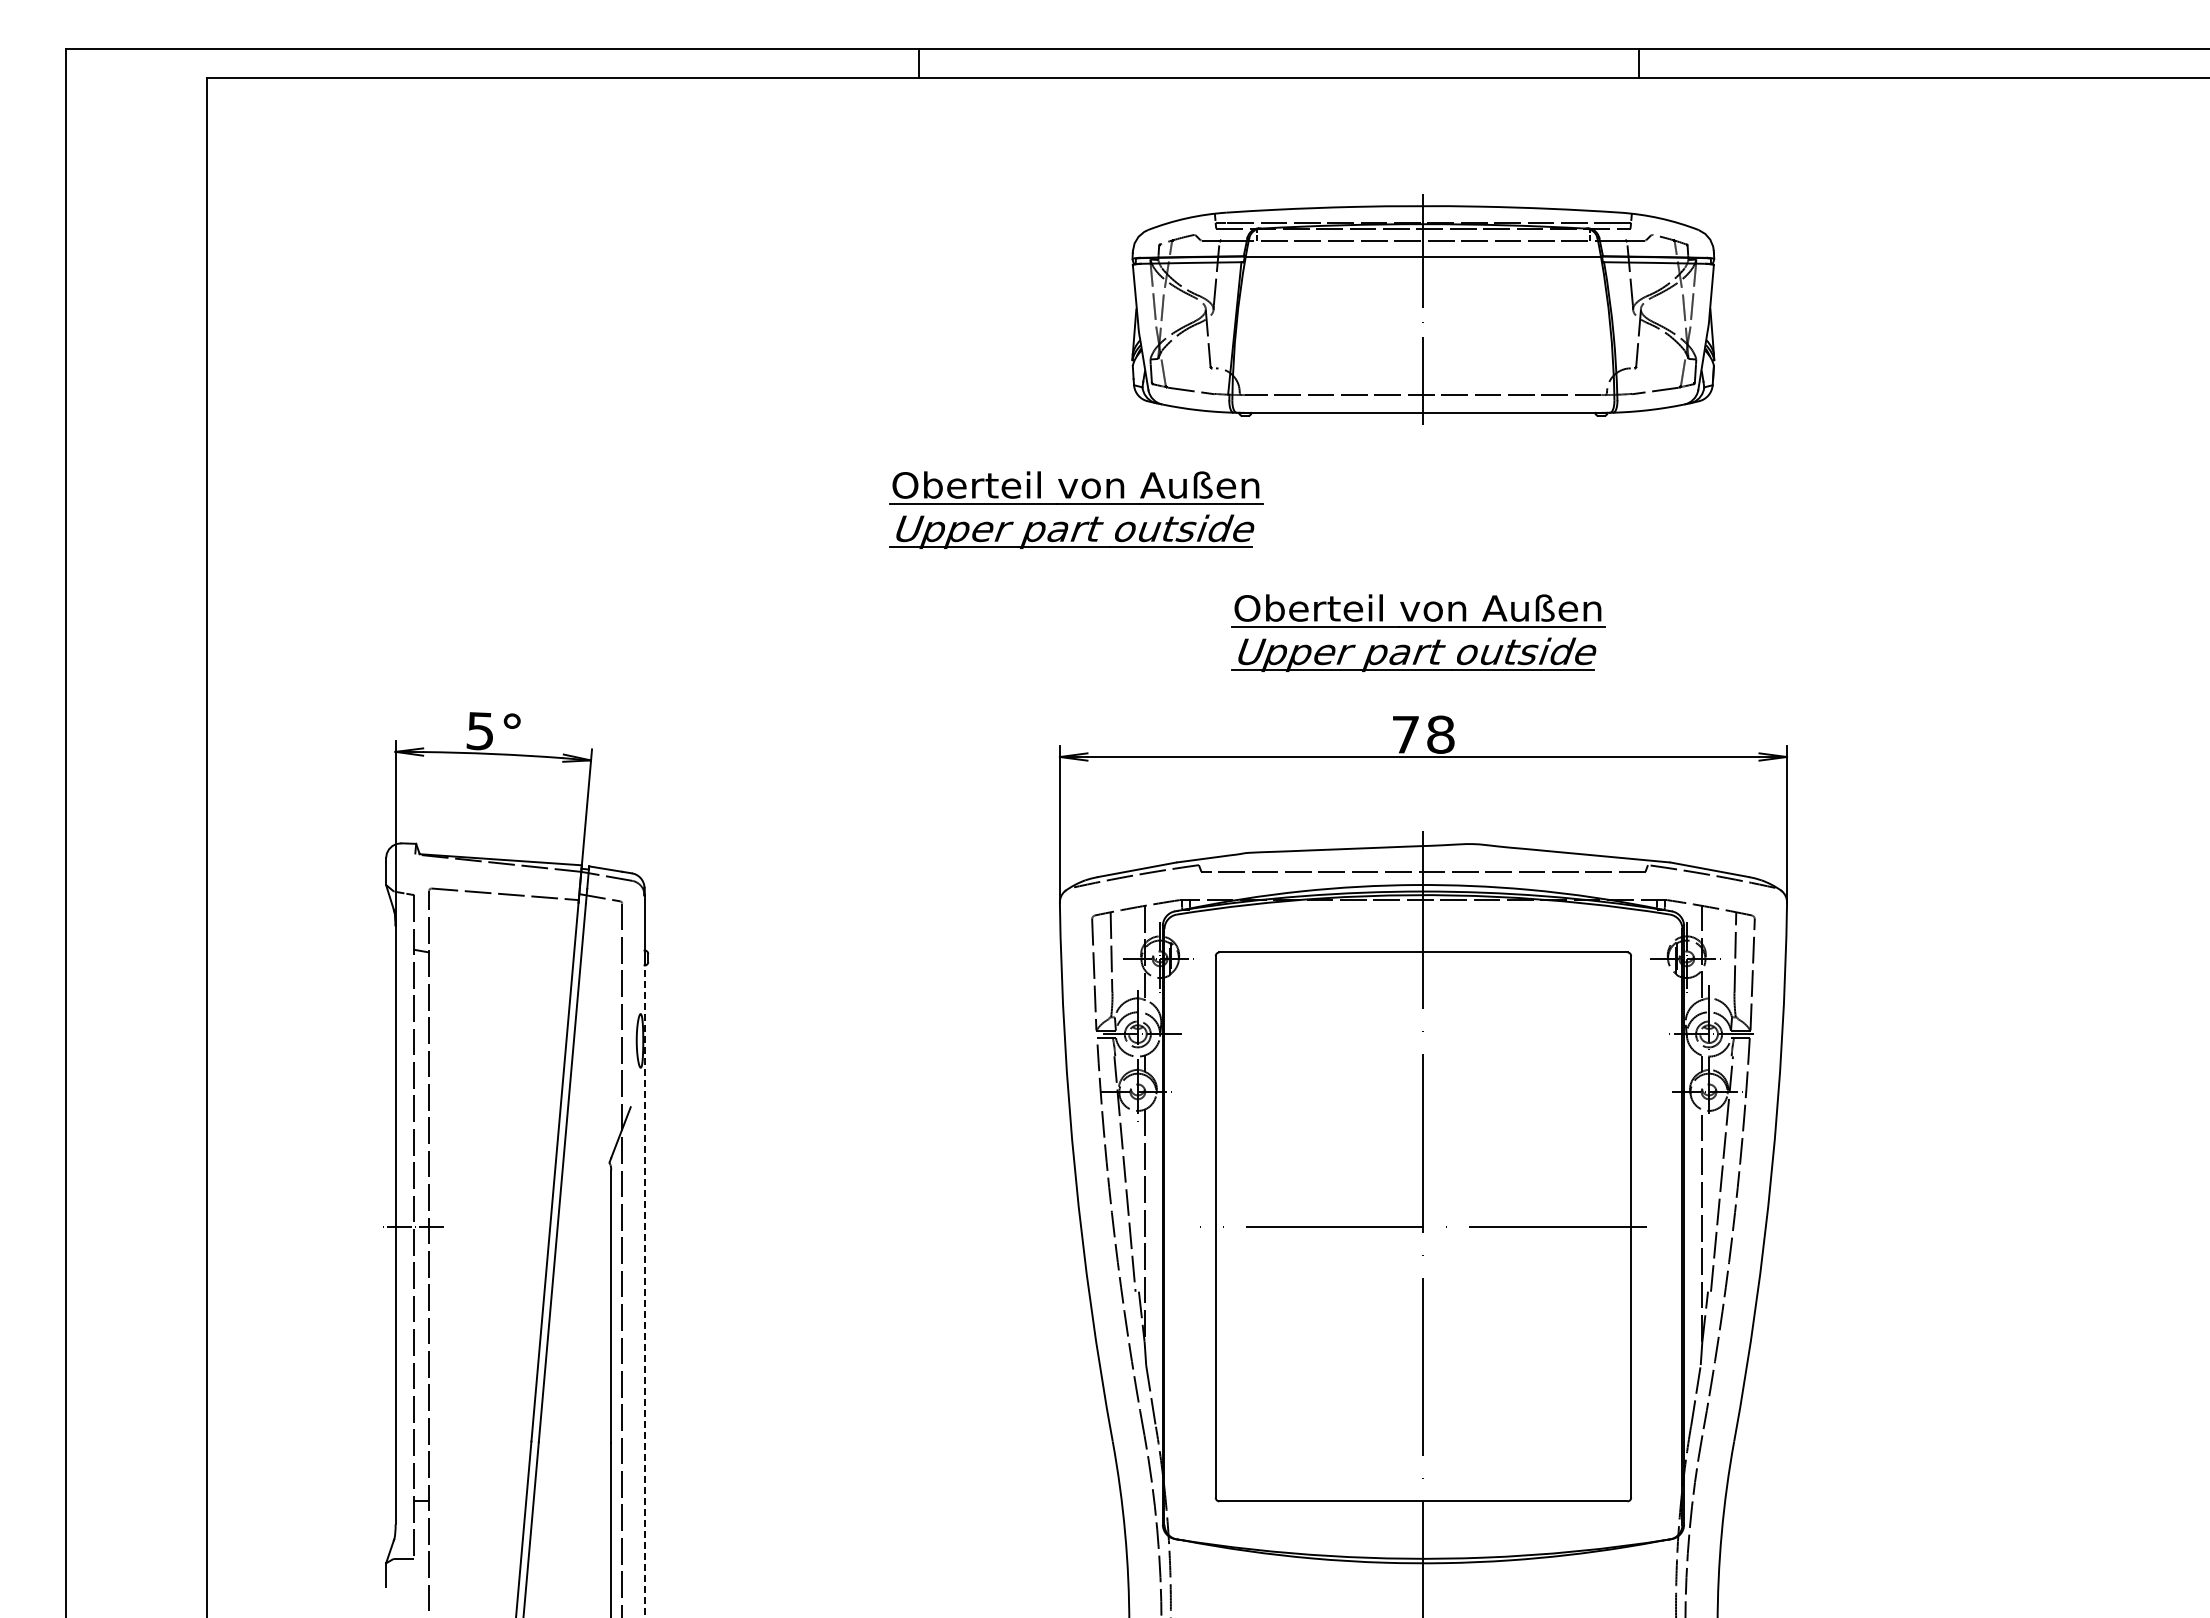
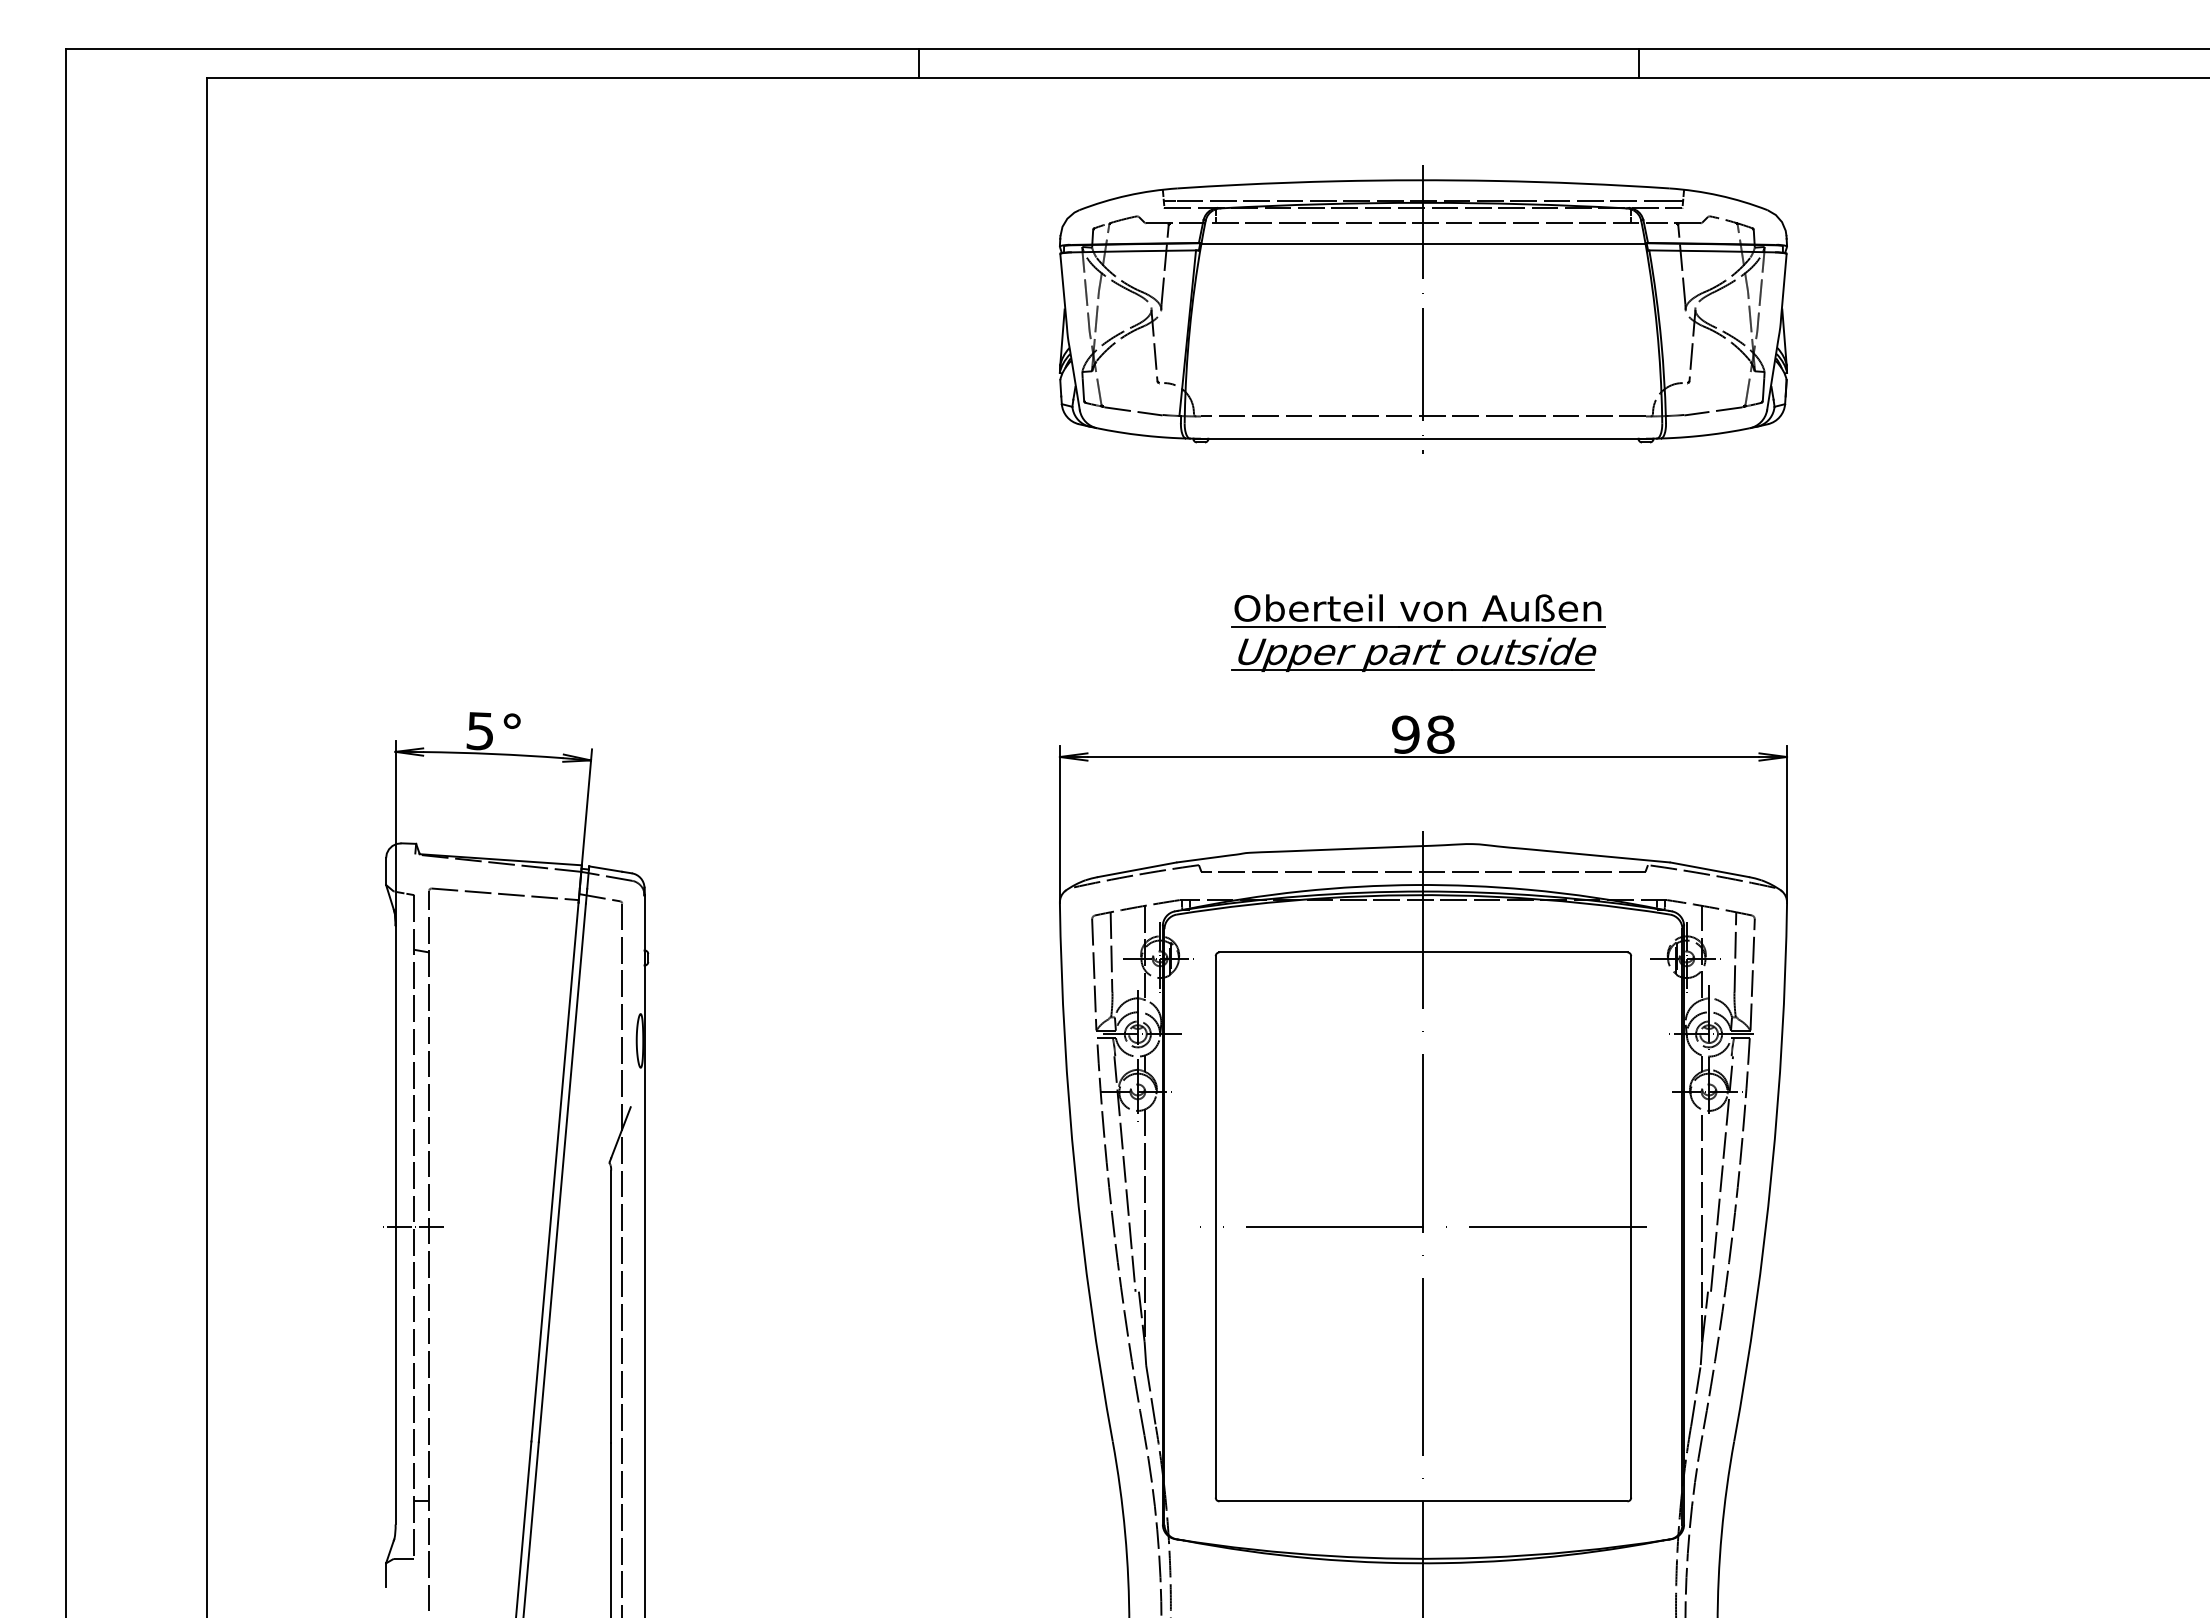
part at (1423, 309) size: 585x231 px -> 730x289 px
part at (1076, 509): present -> none
text at (1405, 734): 78 -> 98
line at (644, 1291): dashed -> solid
